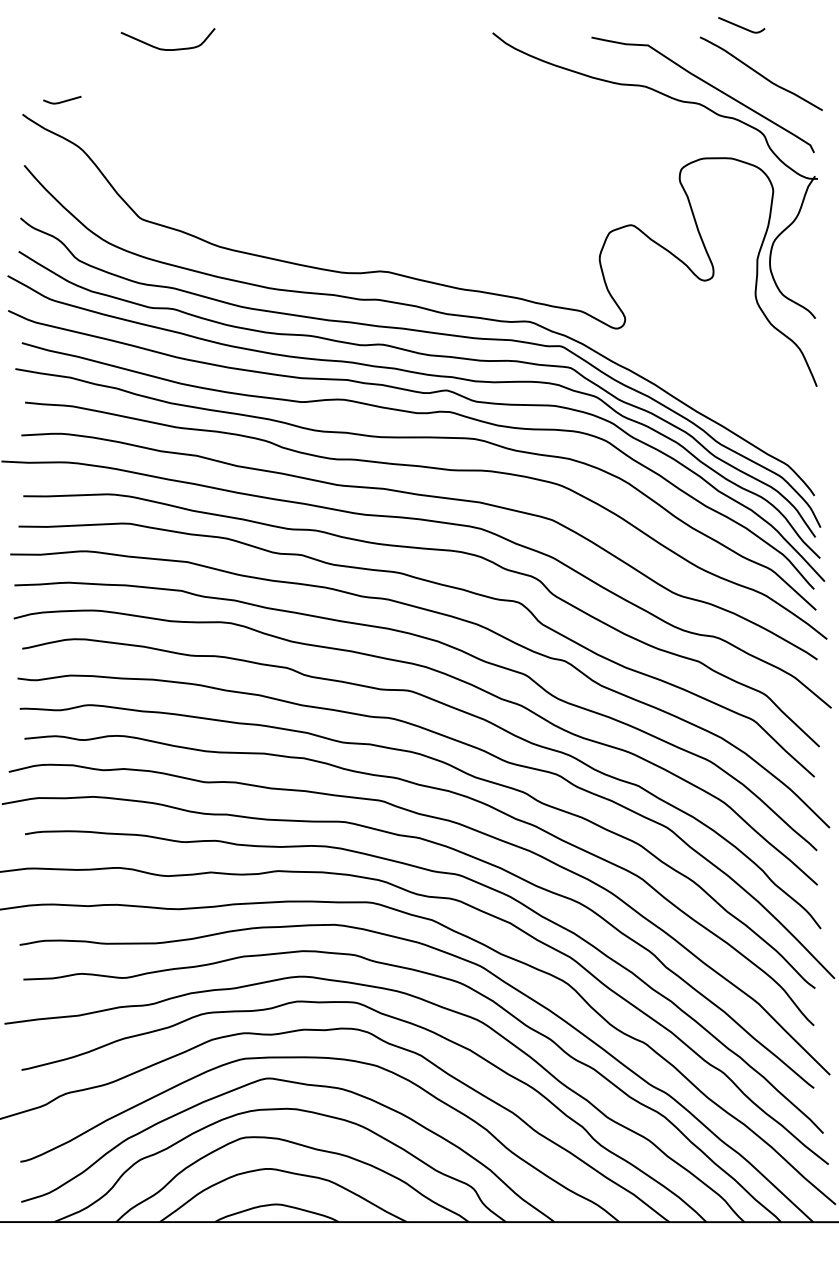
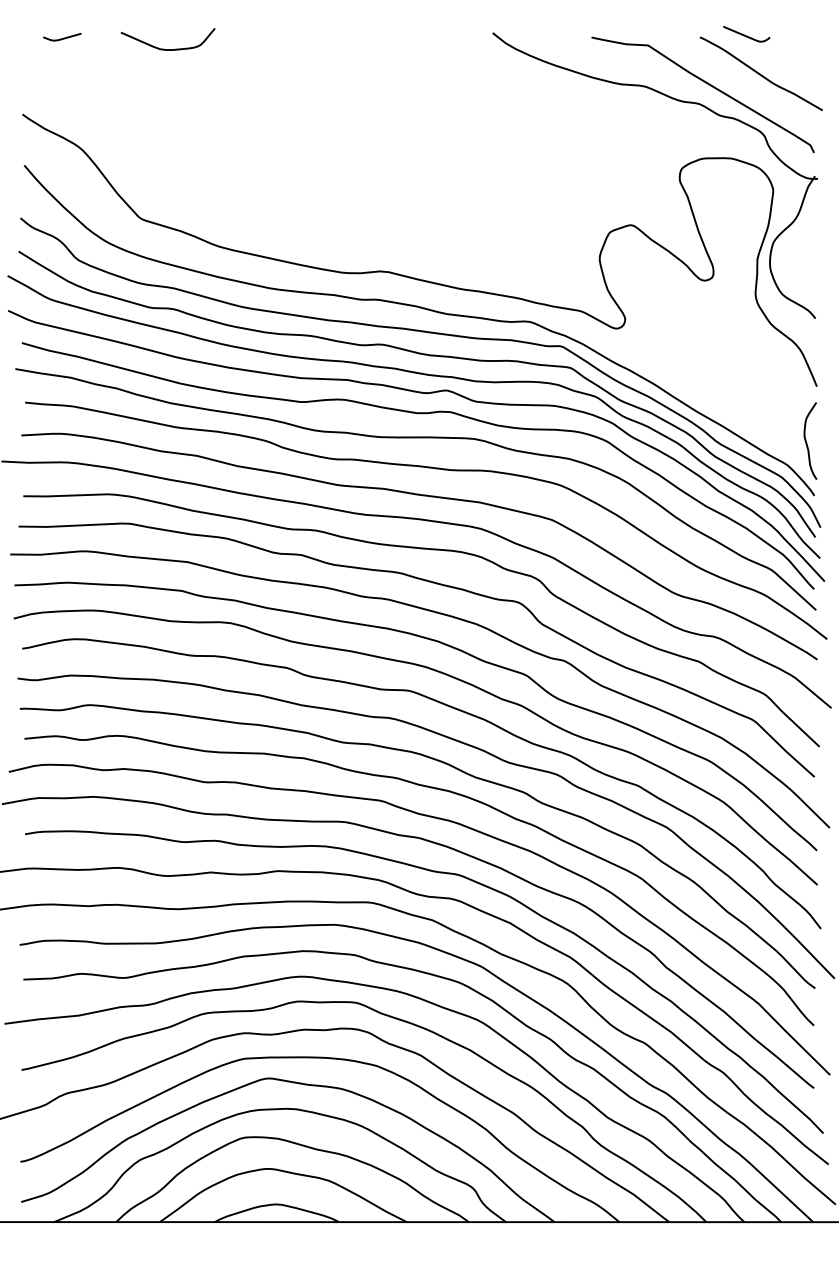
curve at (741, 26) position: (741, 26) -> (746, 35)
line at (63, 100) position: (63, 100) -> (63, 37)
curve at (807, 442): none -> present
